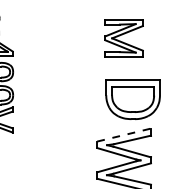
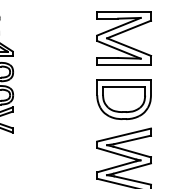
part at (123, 38) size: 40x39 px -> 56x55 px
part at (132, 99) position: (132, 99) -> (123, 99)
line at (124, 135): dashed -> solid
